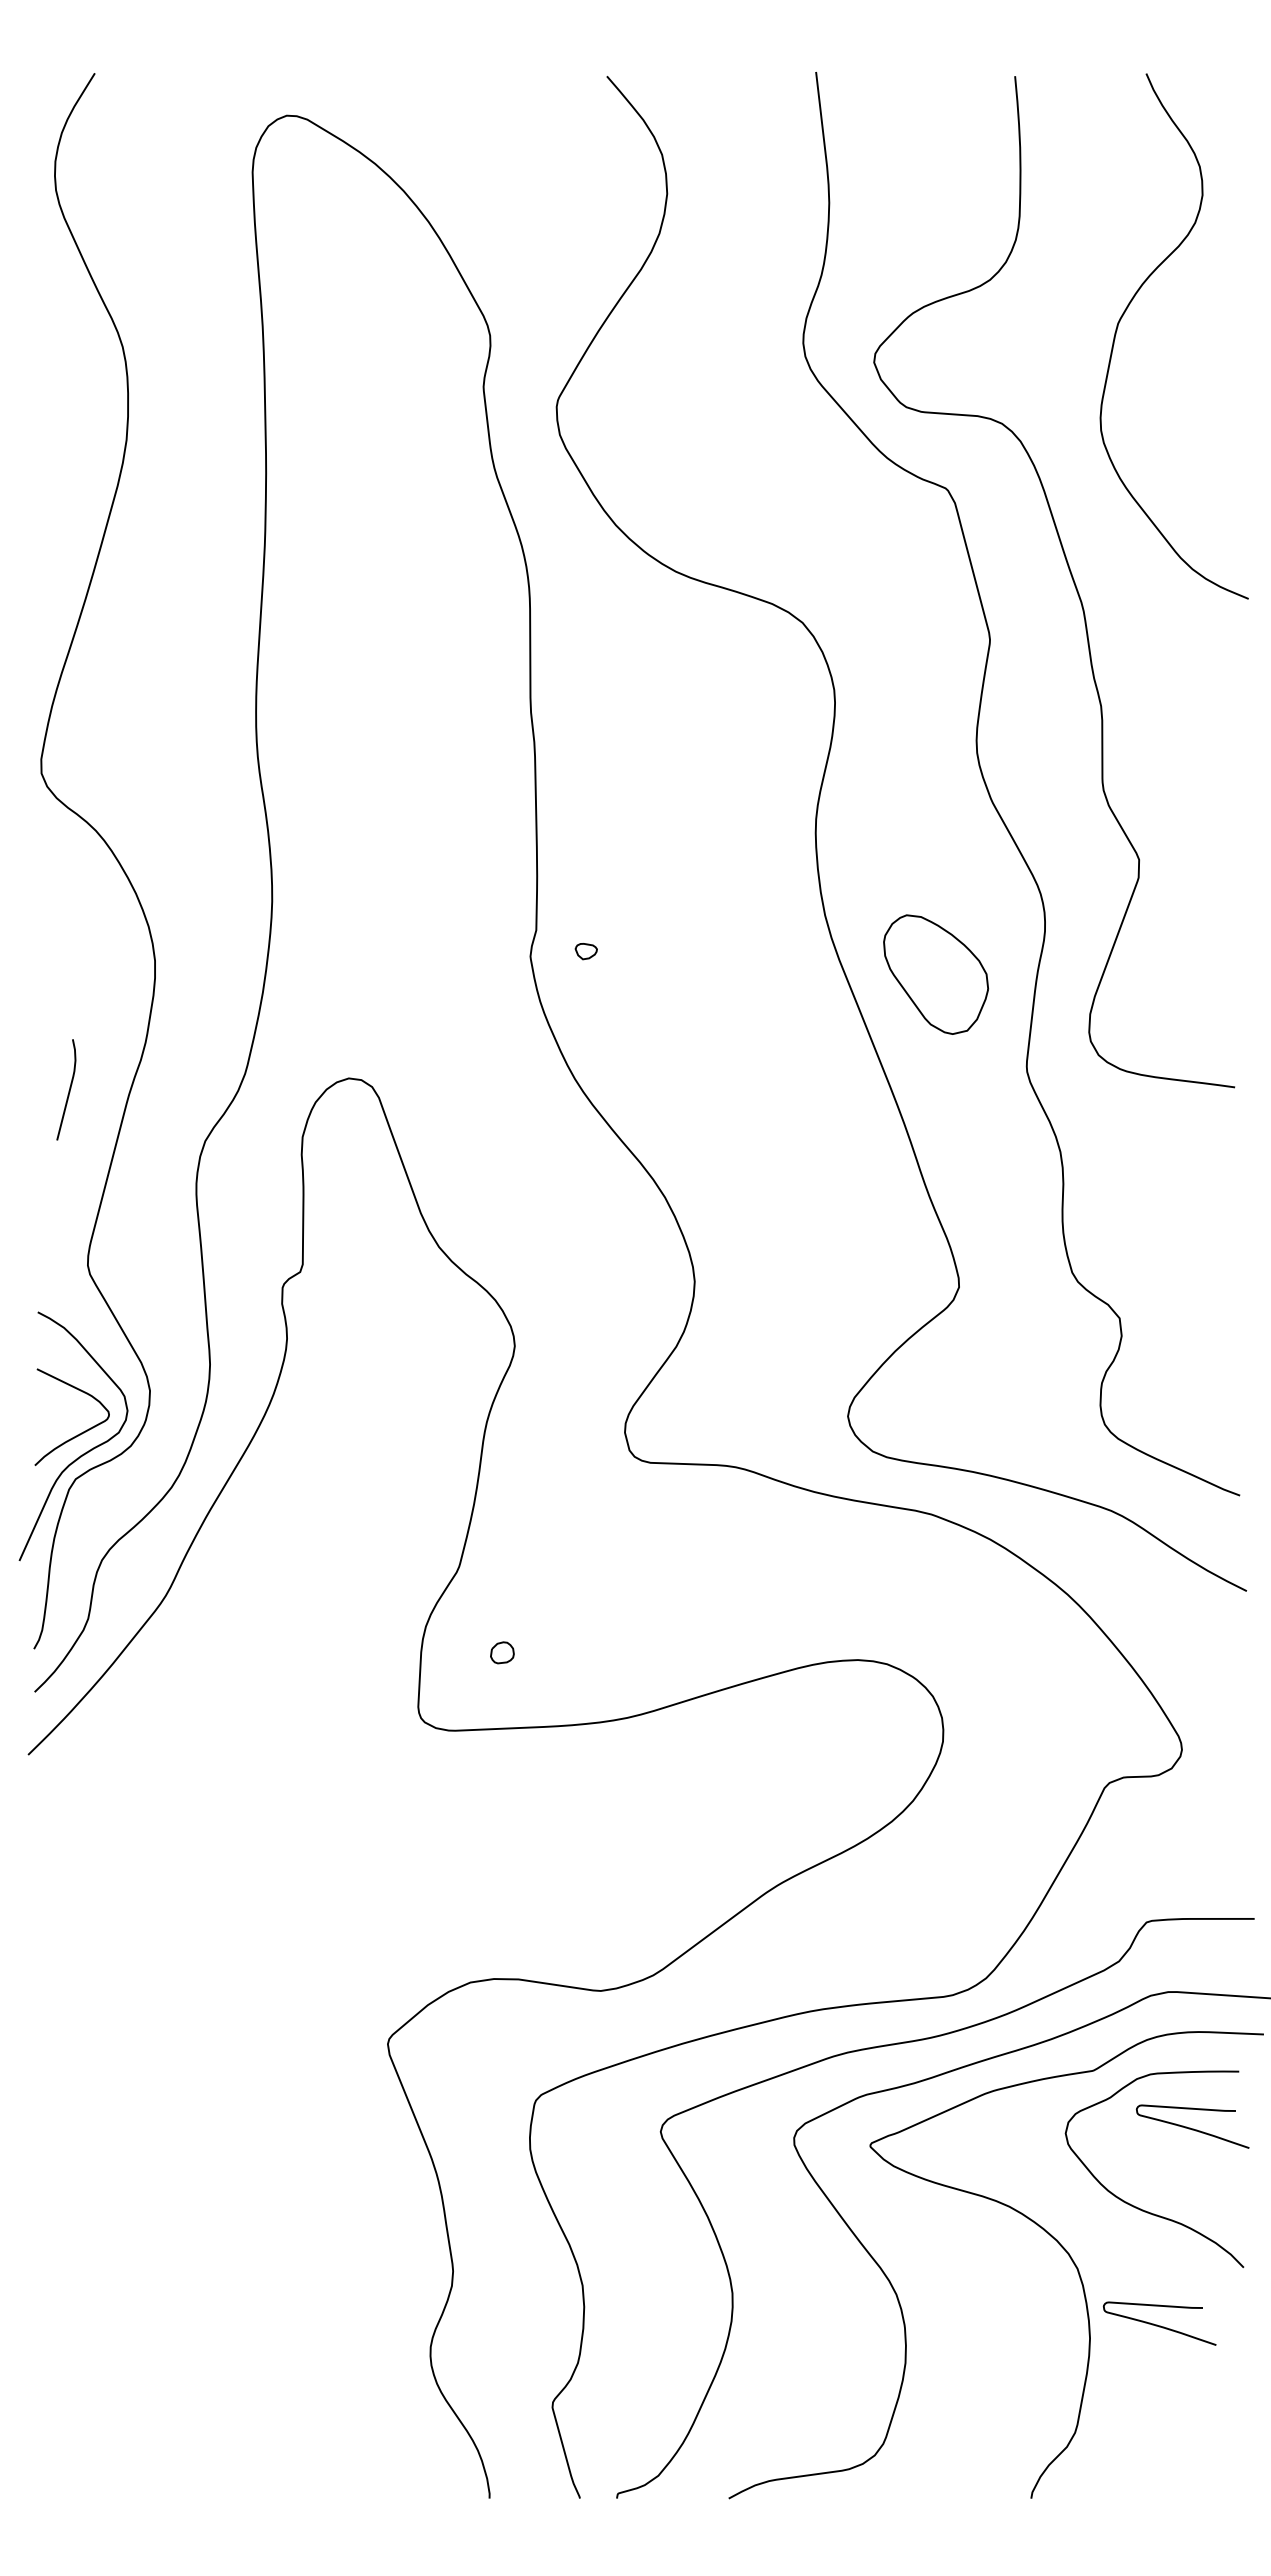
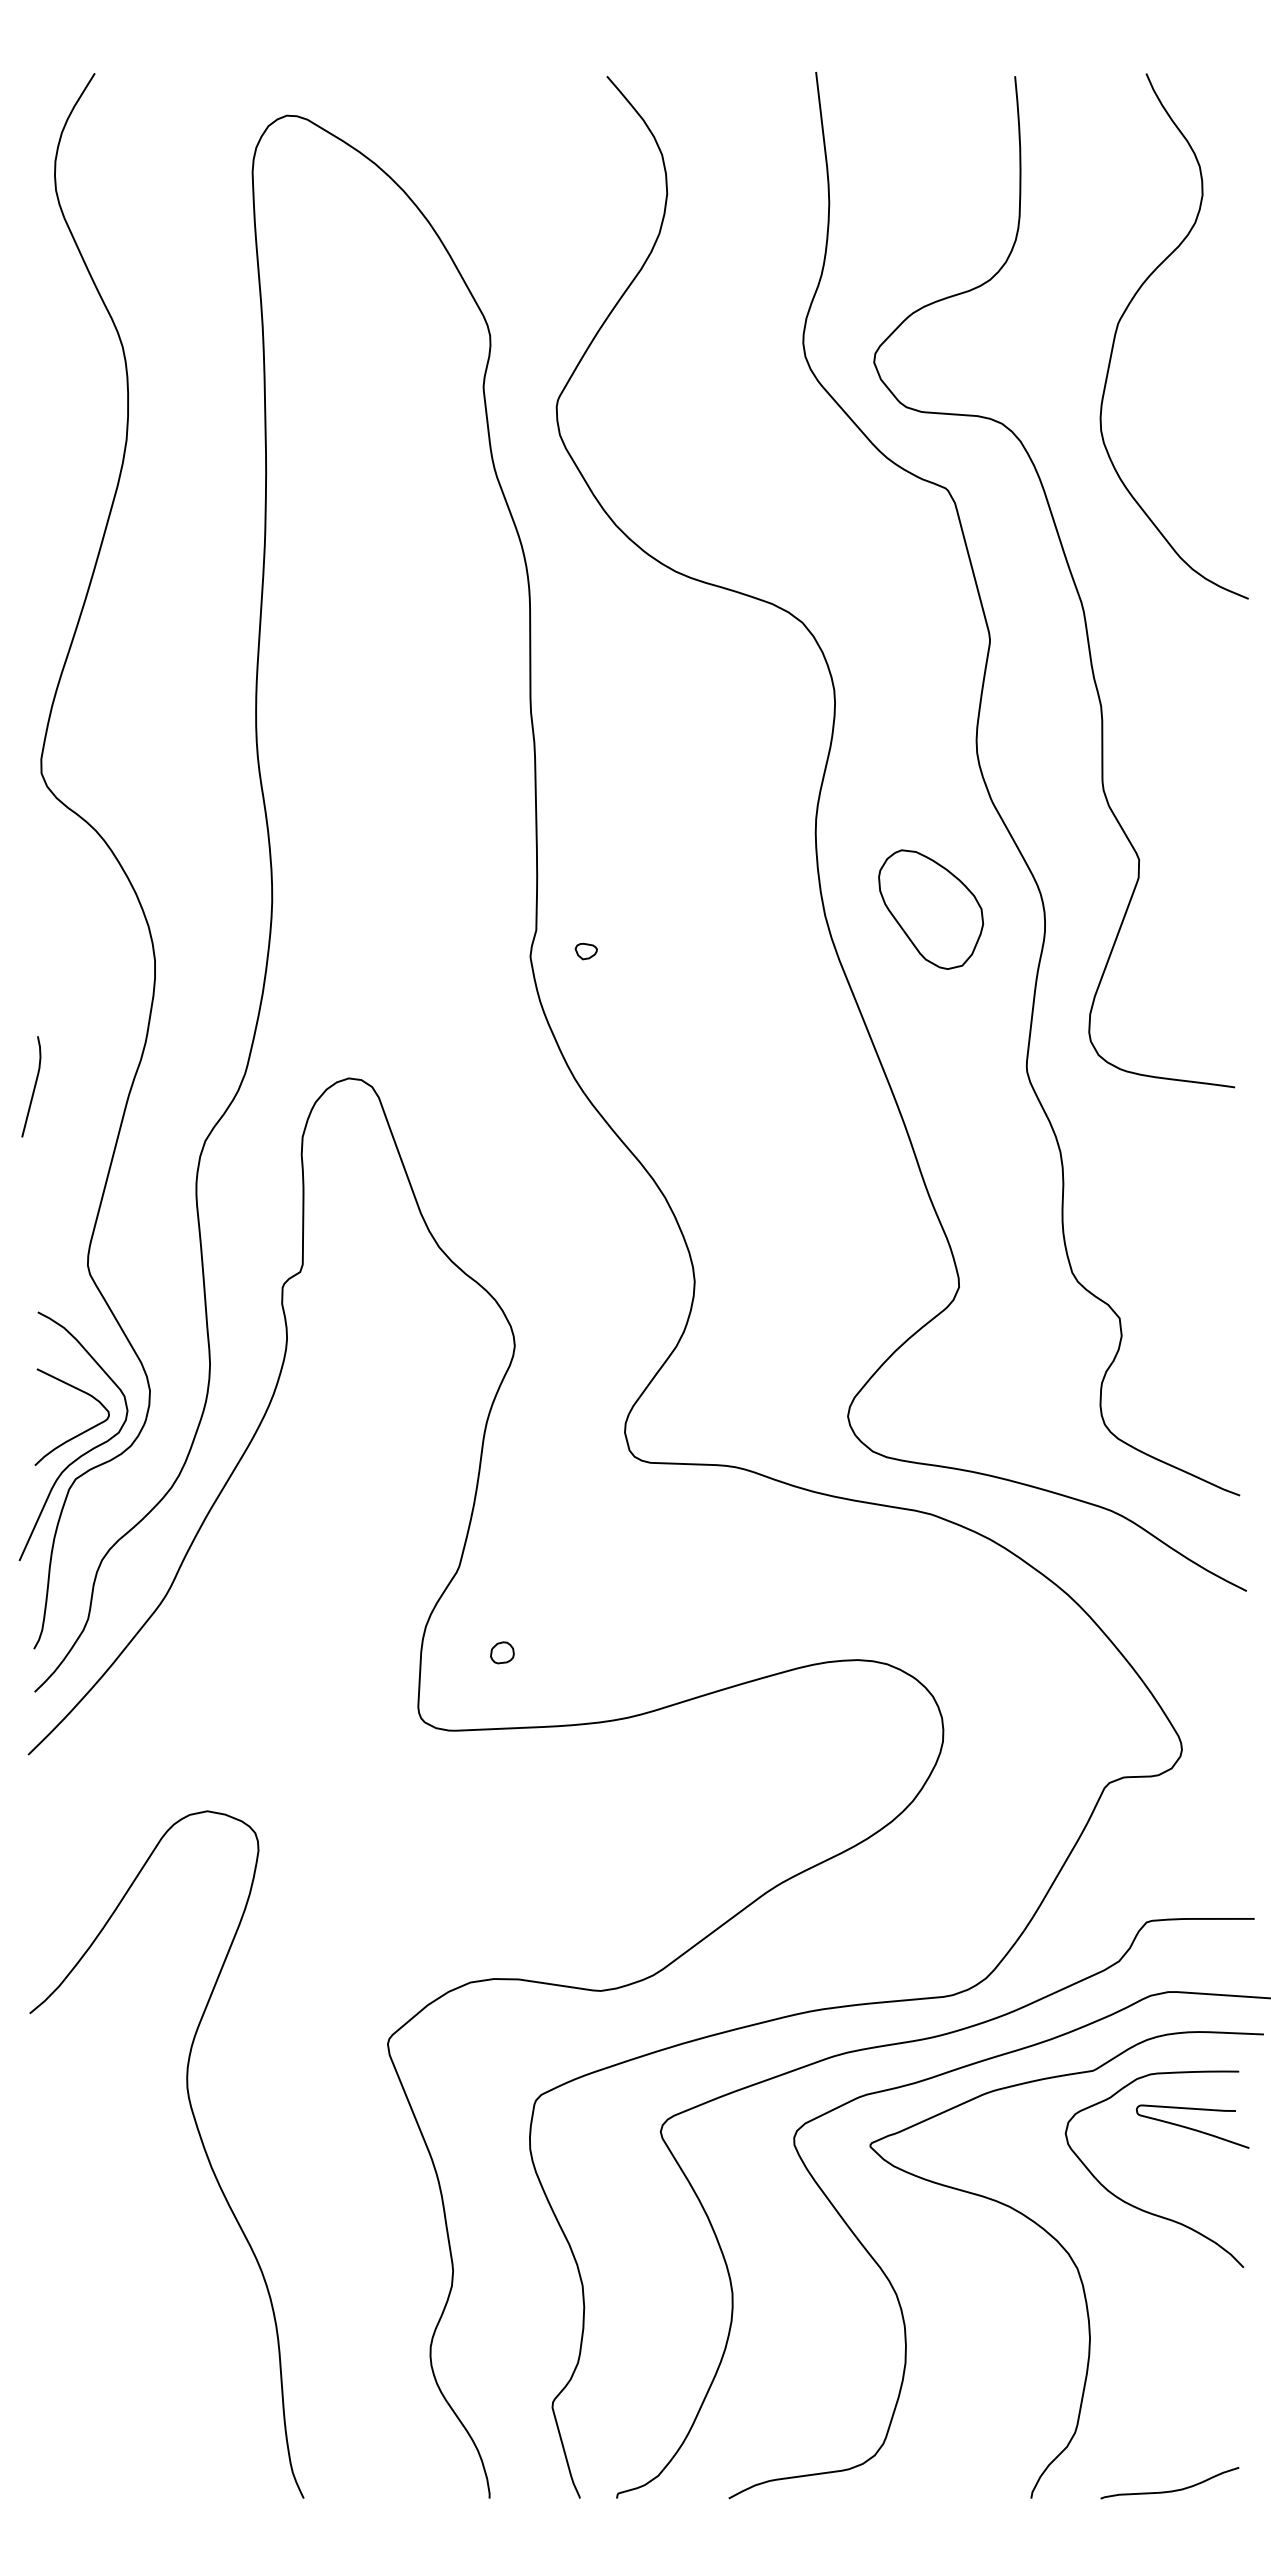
part at (936, 974) position: (936, 974) -> (931, 909)
curve at (68, 1090) position: (68, 1090) -> (33, 1087)
curve at (201, 2143): none -> present
curve at (1159, 2325): present -> none
curve at (1169, 2490): none -> present
